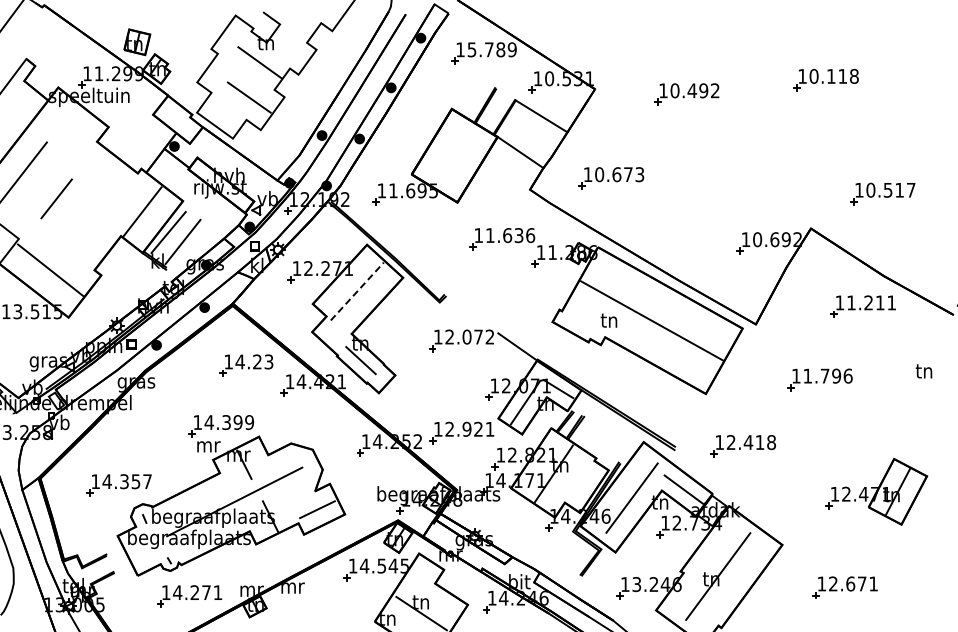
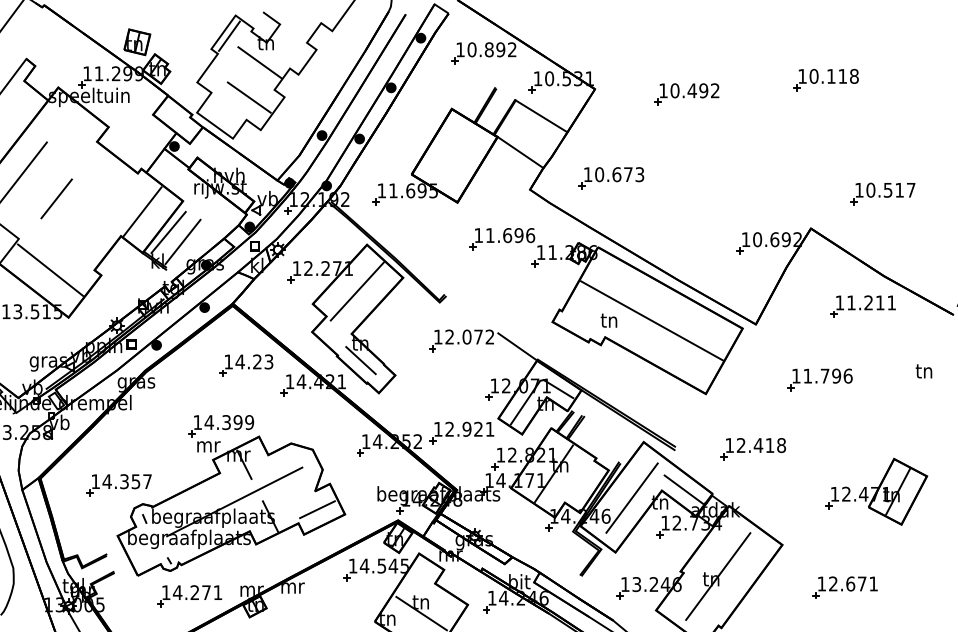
line at (228, 35): none -> present
text at (491, 49): 15.789 -> 10.892
text at (518, 235): 11.636 -> 11.696
line at (357, 291): dashed -> solid
part at (742, 446) position: (742, 446) -> (752, 449)
